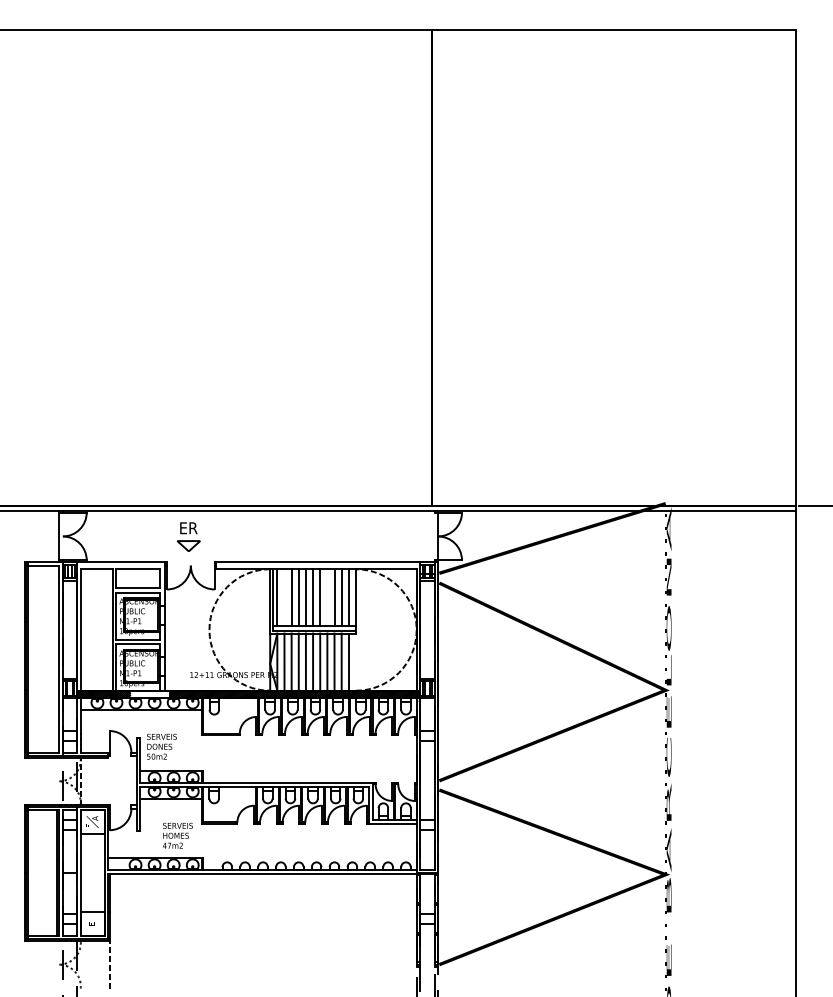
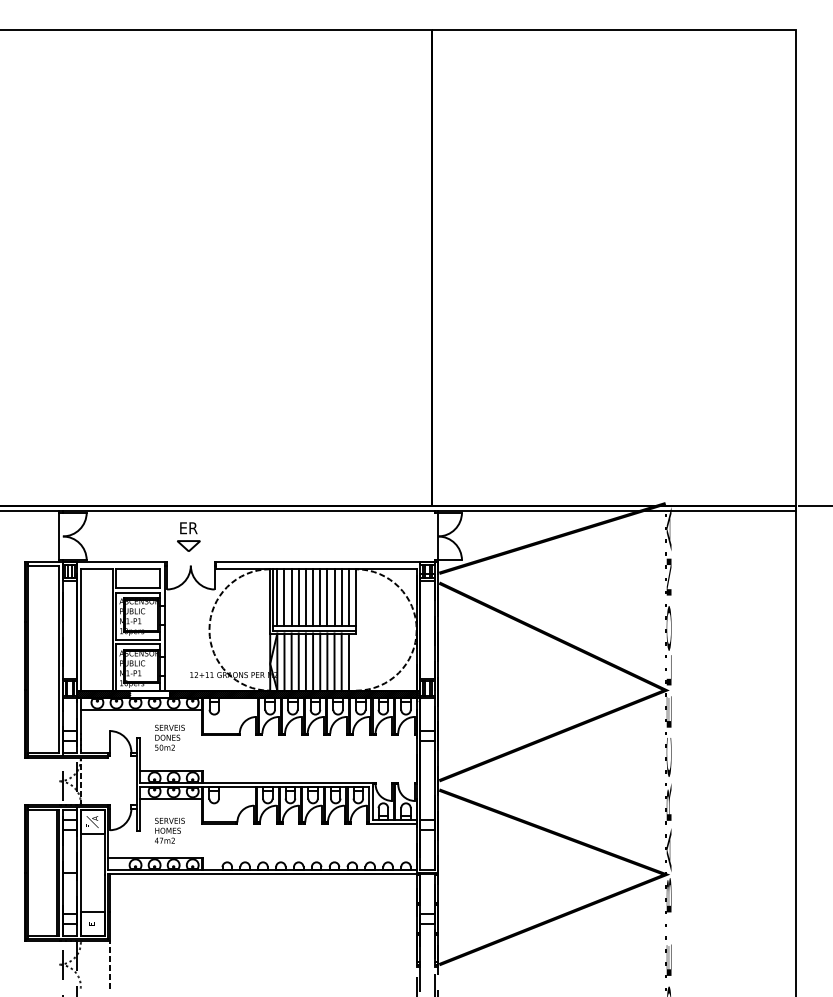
line at (284, 597): none -> present
line at (327, 597): none -> present
text at (161, 746) position: (161, 746) -> (169, 737)
text at (177, 835) position: (177, 835) -> (169, 830)
